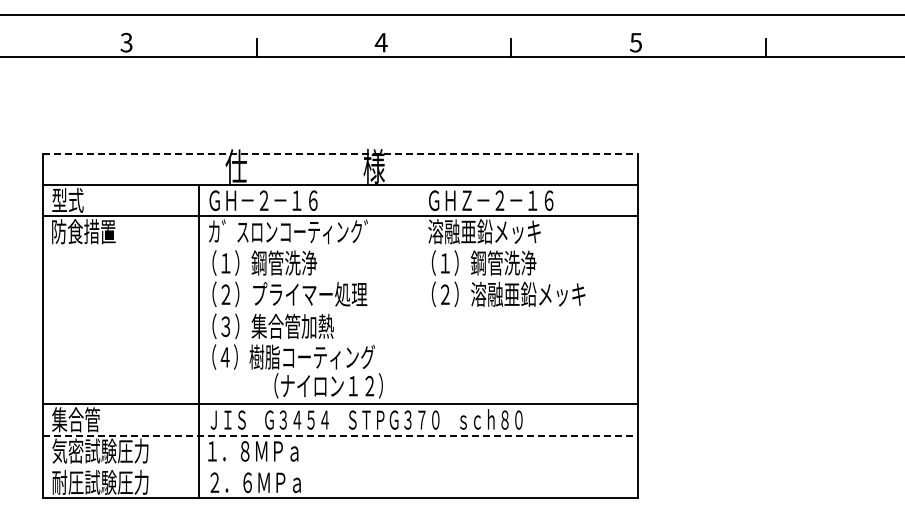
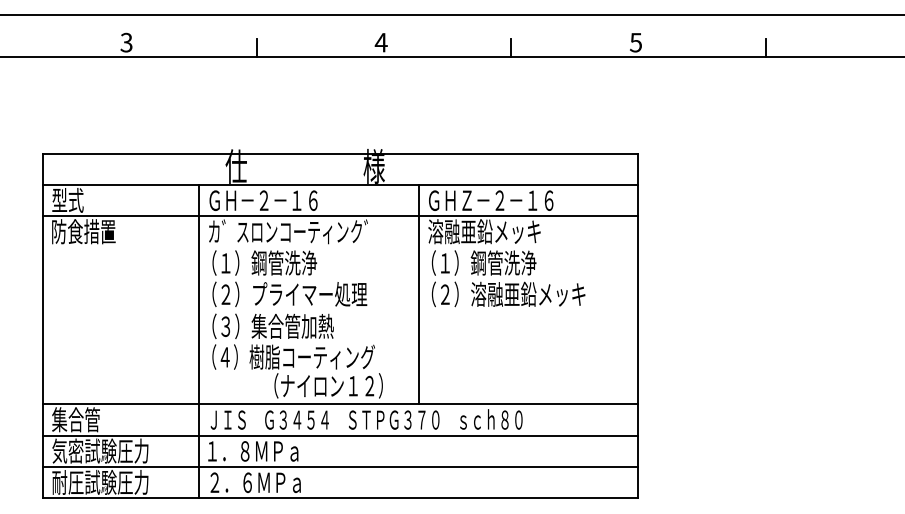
line at (340, 153): dashed -> solid
line at (418, 294): none -> present
line at (340, 435): dashed -> solid
line at (339, 467): none -> present
